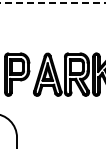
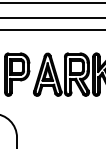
line at (52, 2): dashed -> solid
line at (52, 18): none -> present
line at (52, 30): none -> present
